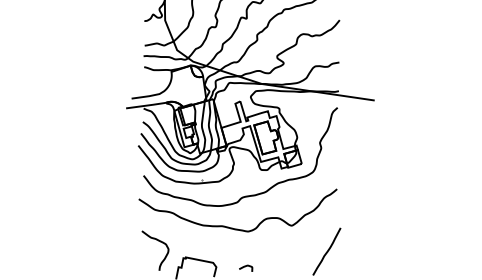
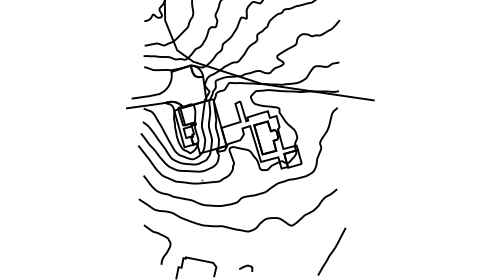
curve at (160, 242) position: (160, 242) -> (162, 236)
curve at (326, 251) position: (326, 251) -> (331, 251)
